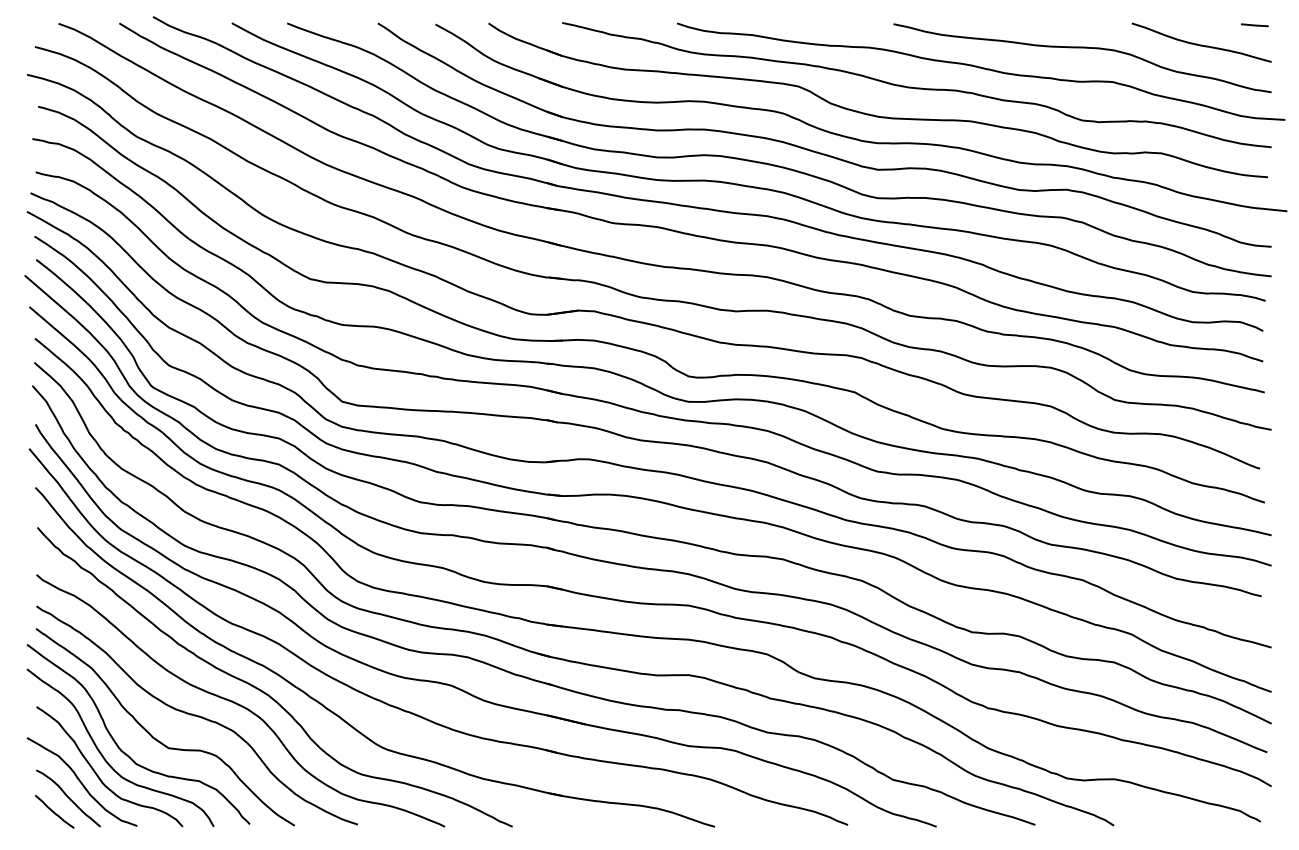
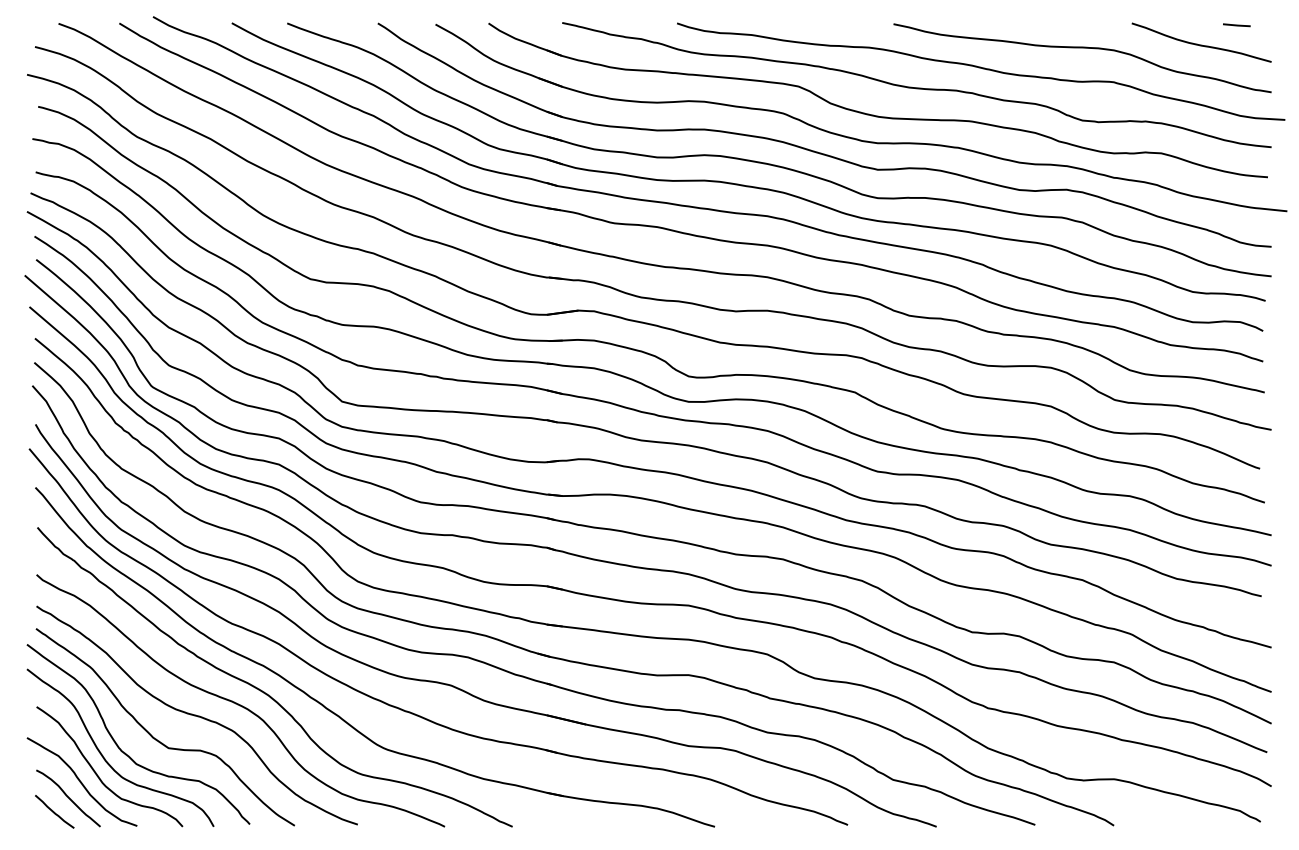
line at (1254, 25) position: (1254, 25) -> (1236, 25)
